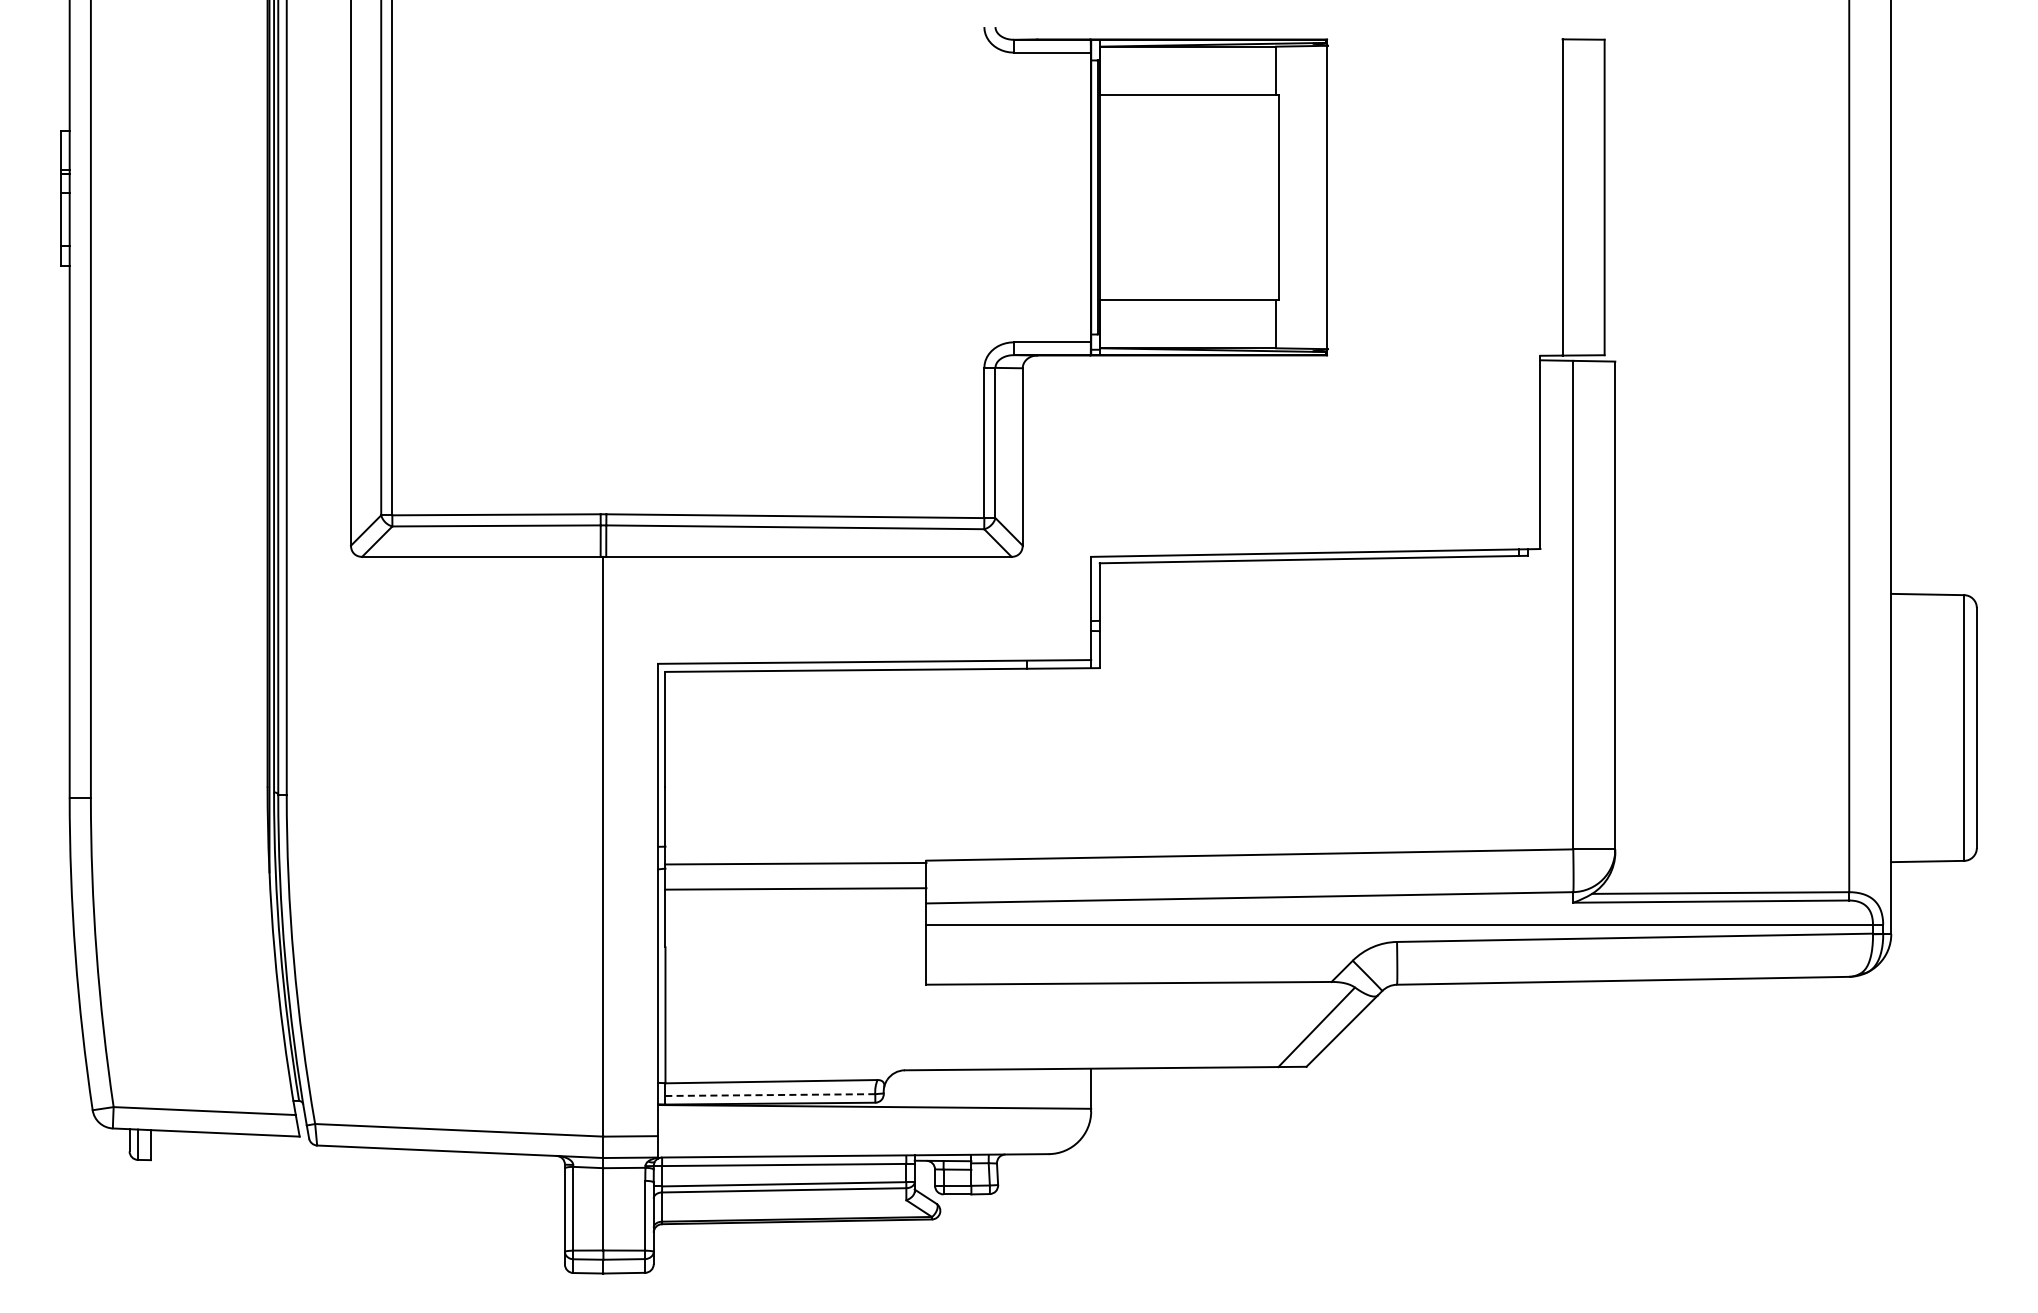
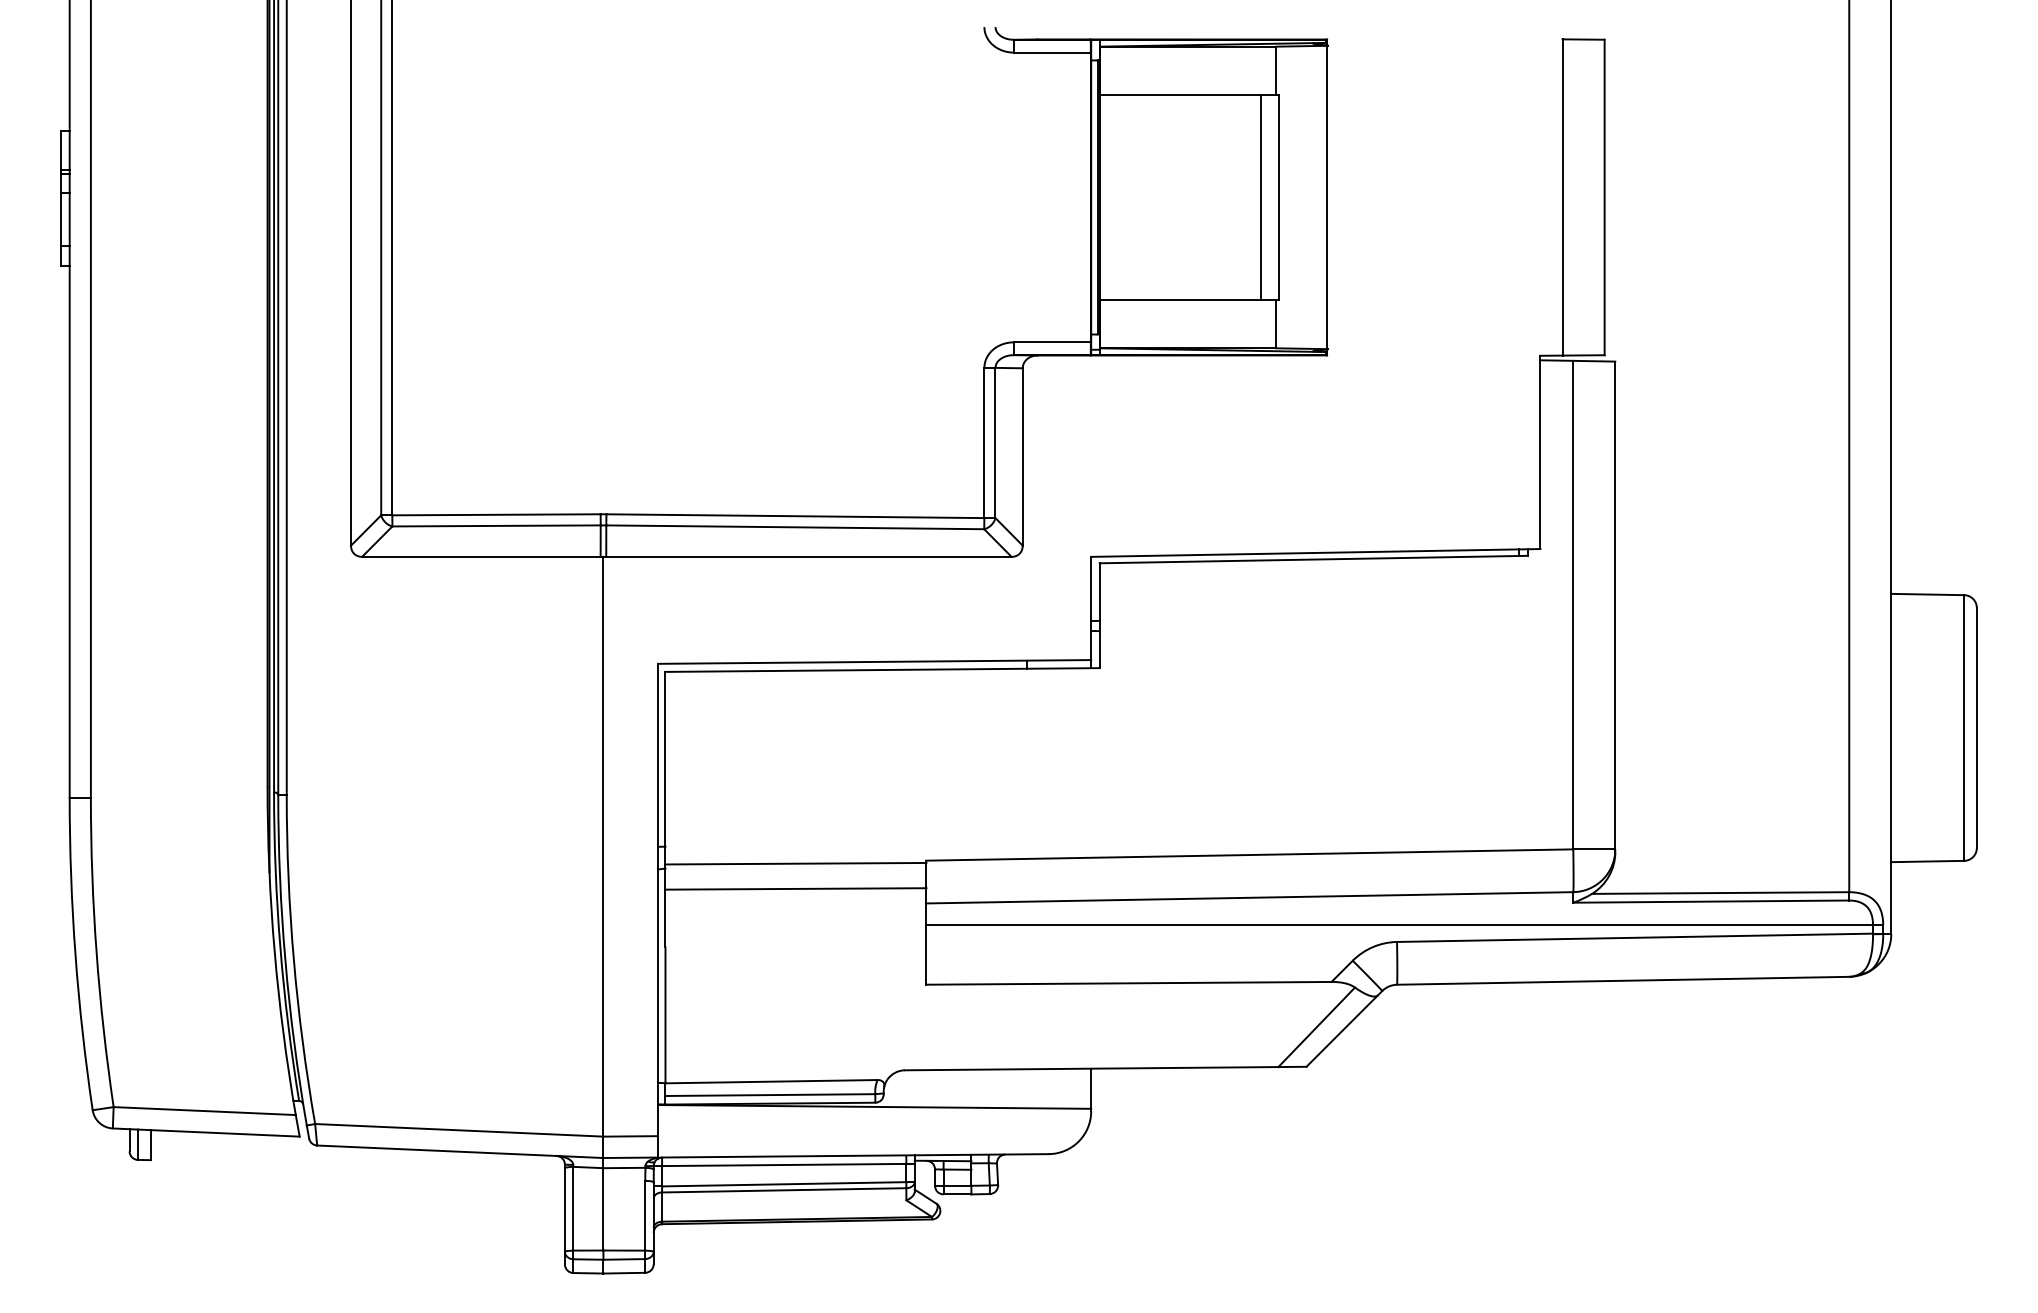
line at (1261, 197): none -> present
line at (770, 1095): dashed -> solid
